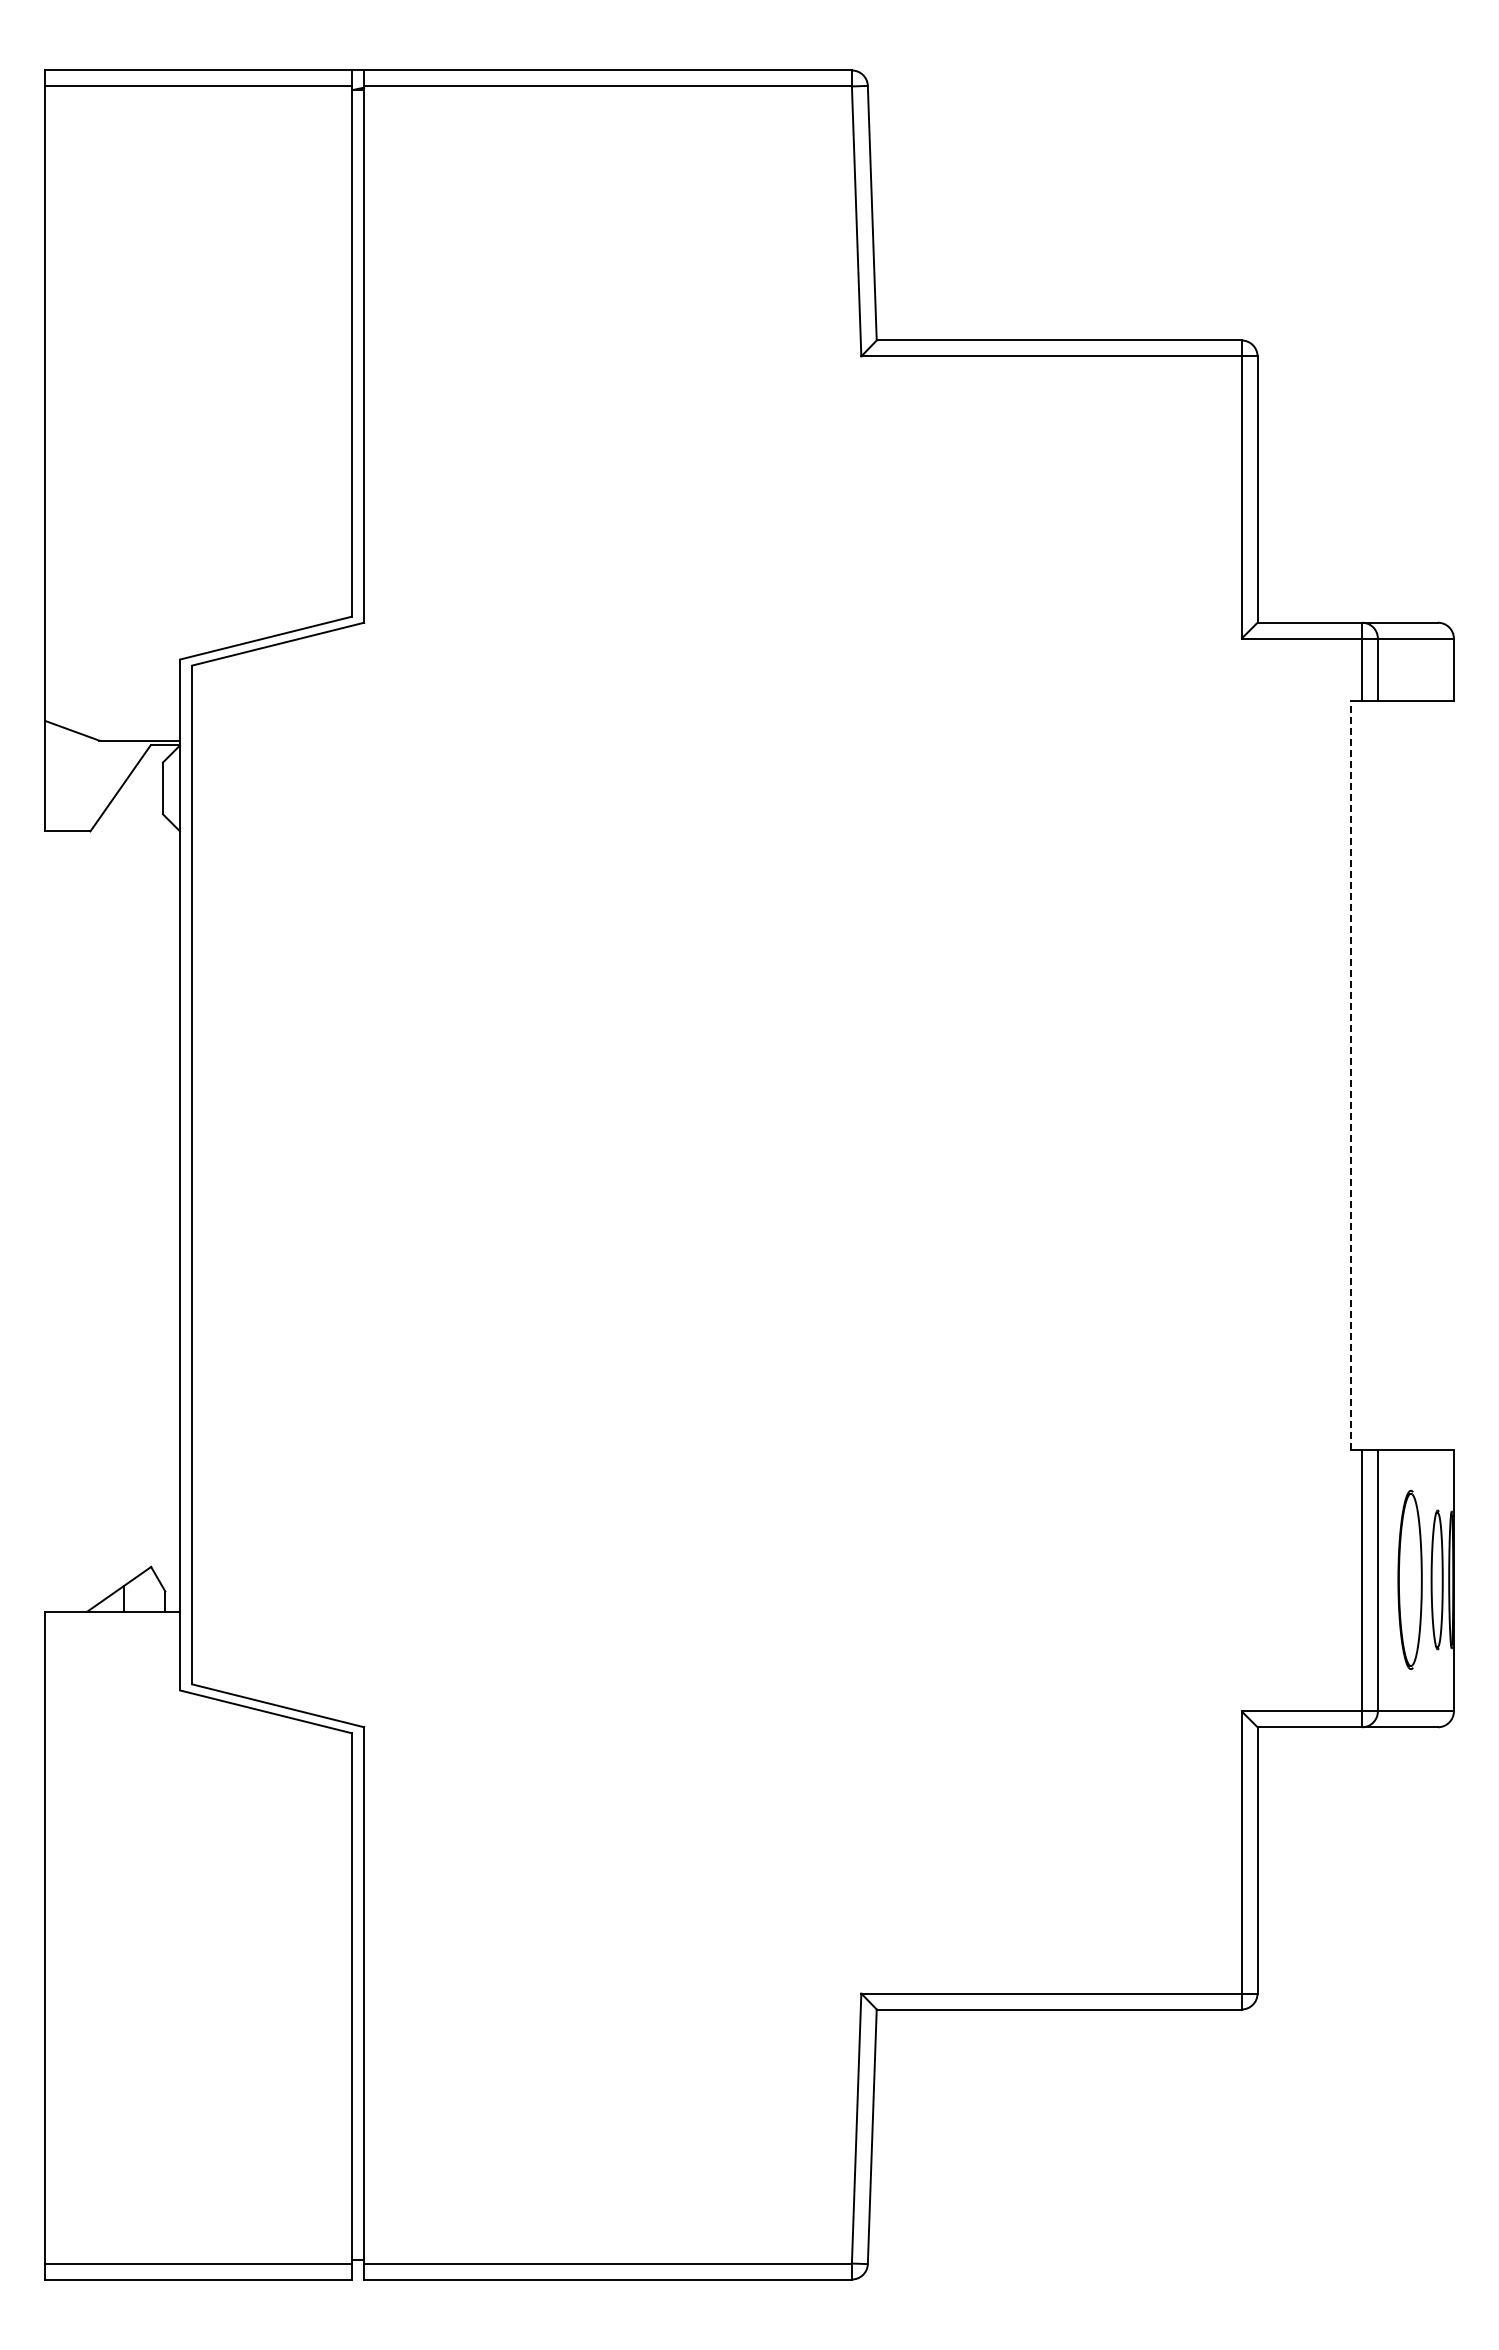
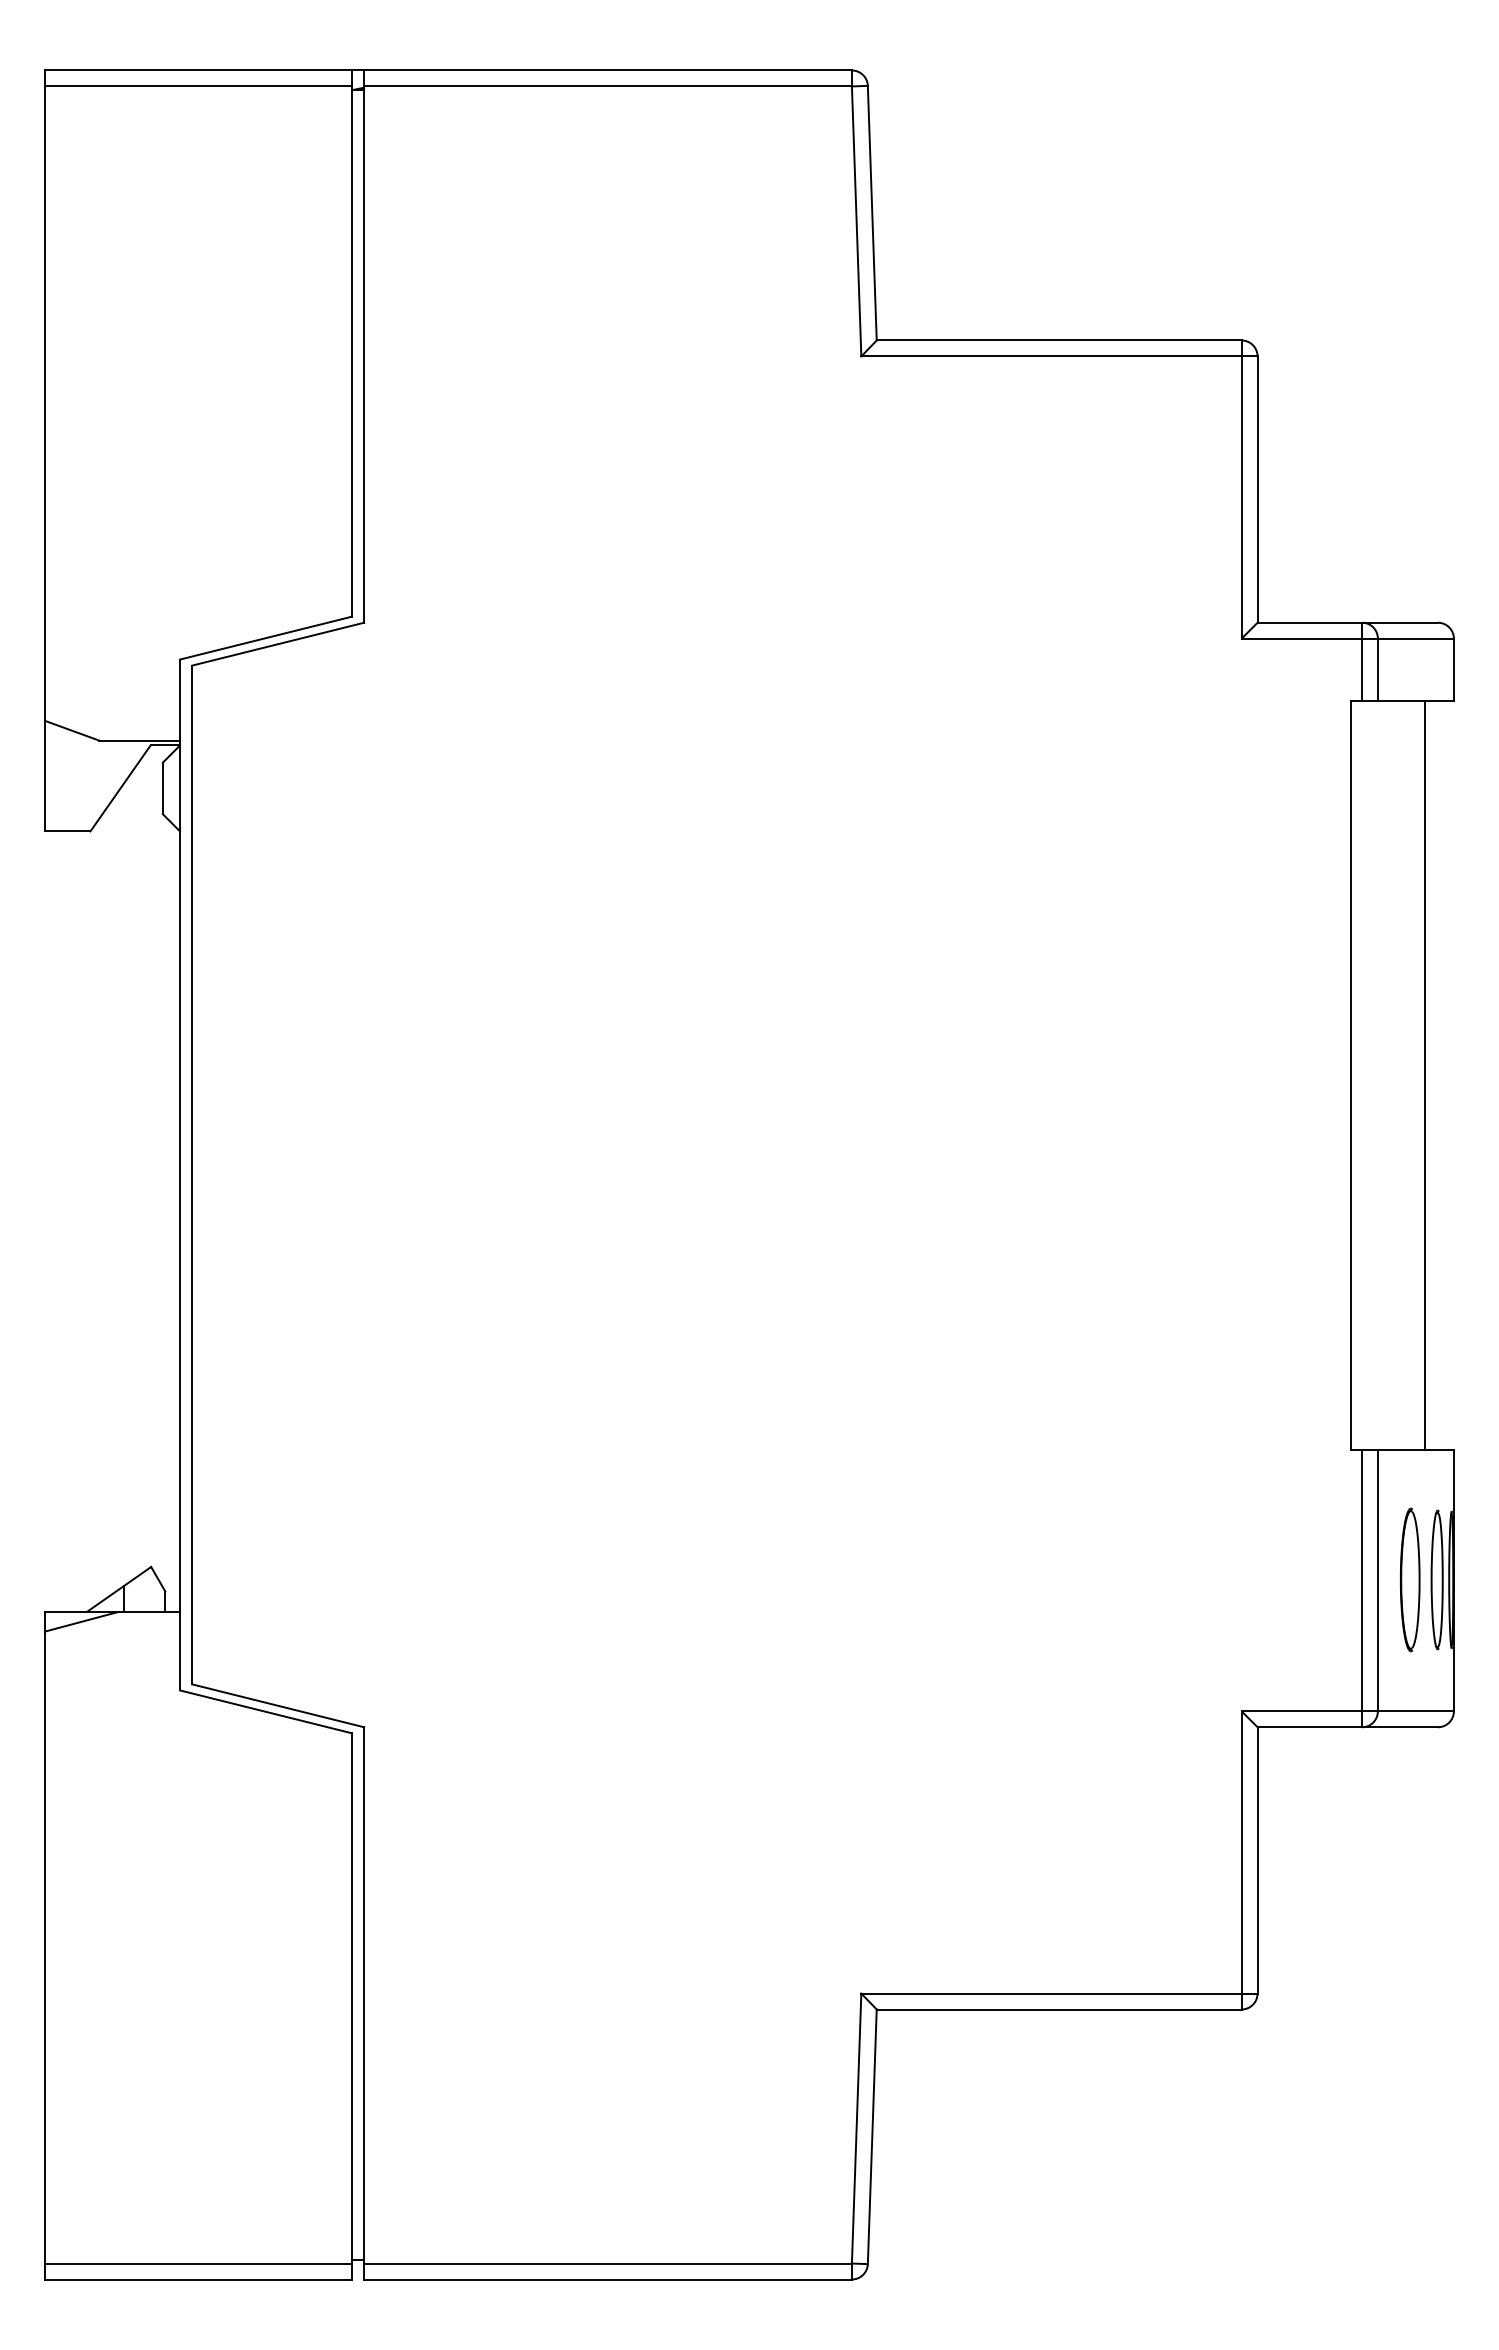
line at (1350, 1075): dashed -> solid
line at (1425, 1075): none -> present
part at (1409, 1579) size: 26x181 px -> 21x146 px
line at (81, 1621): none -> present
